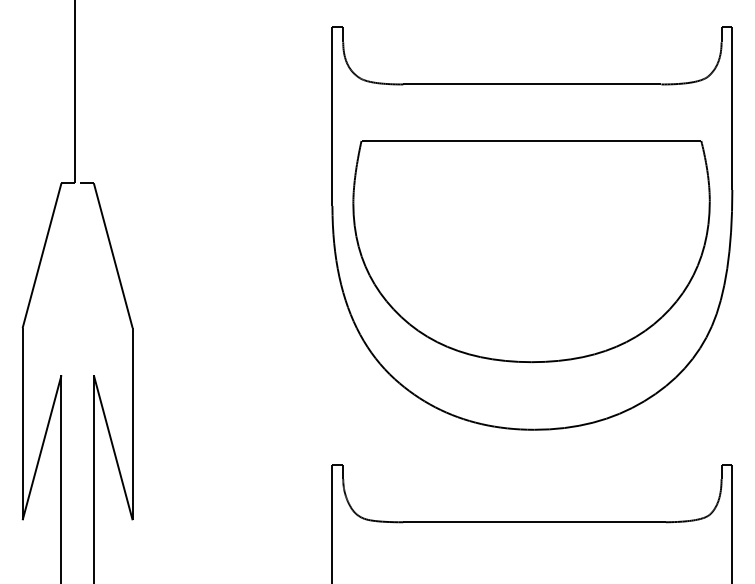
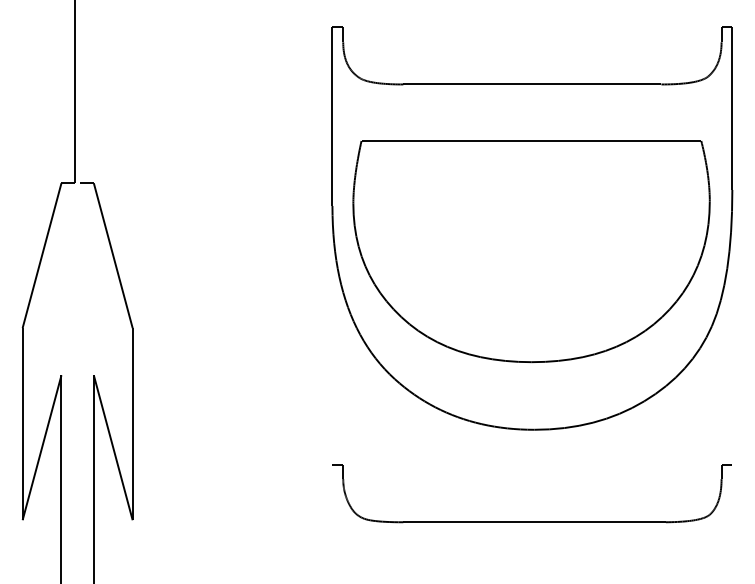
line at (332, 522): present -> none
line at (732, 522): present -> none
